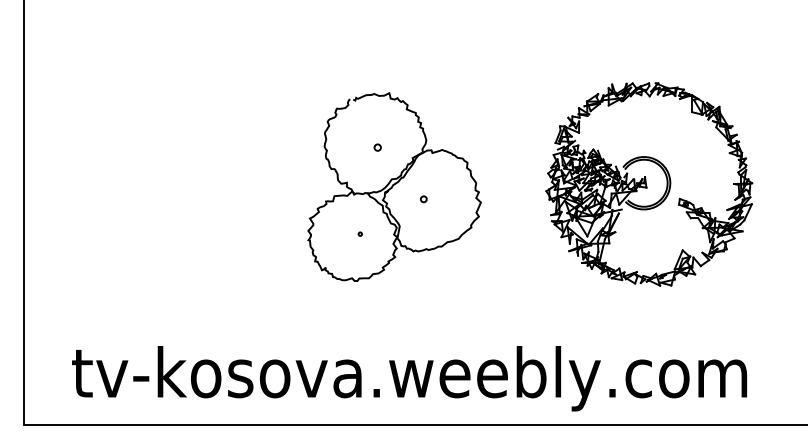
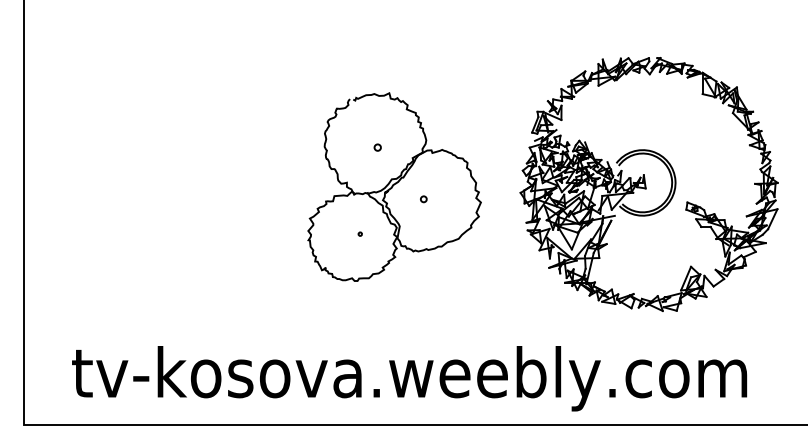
part at (649, 184) size: 209x205 px -> 260x255 px
